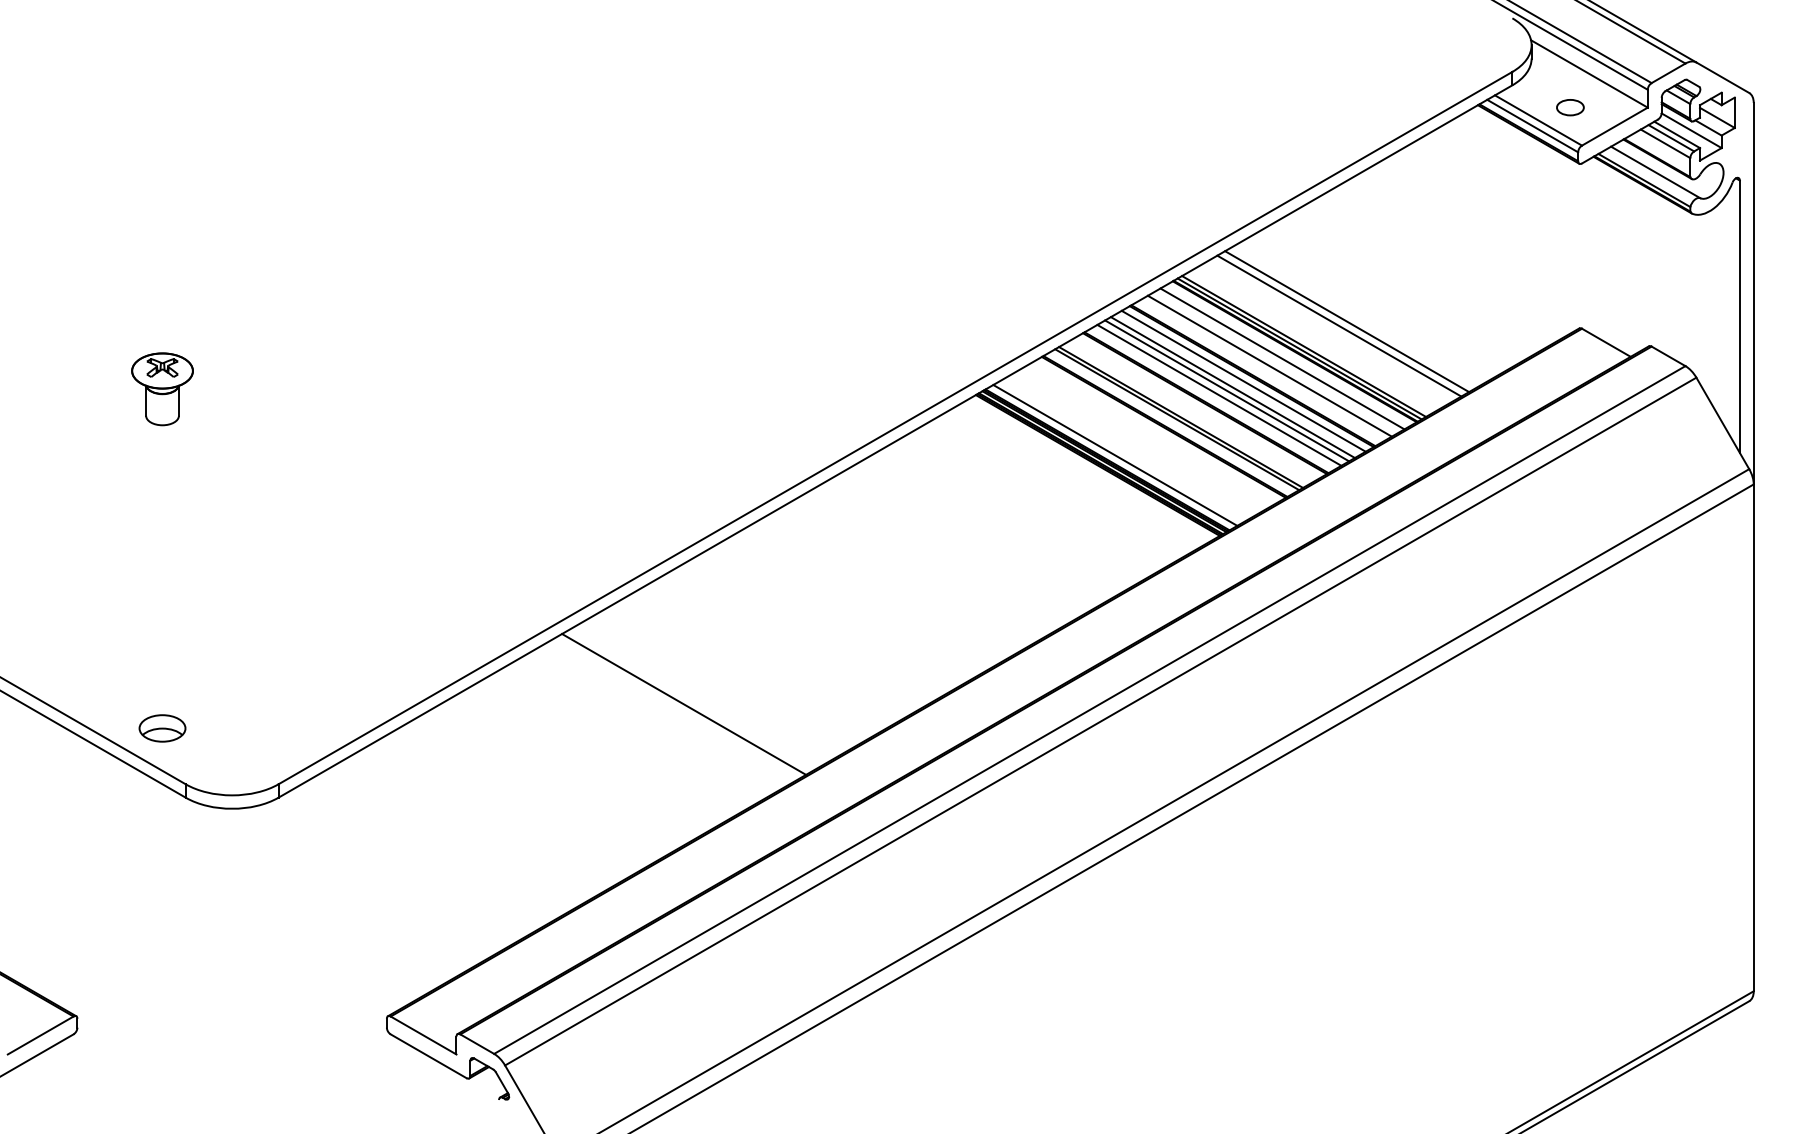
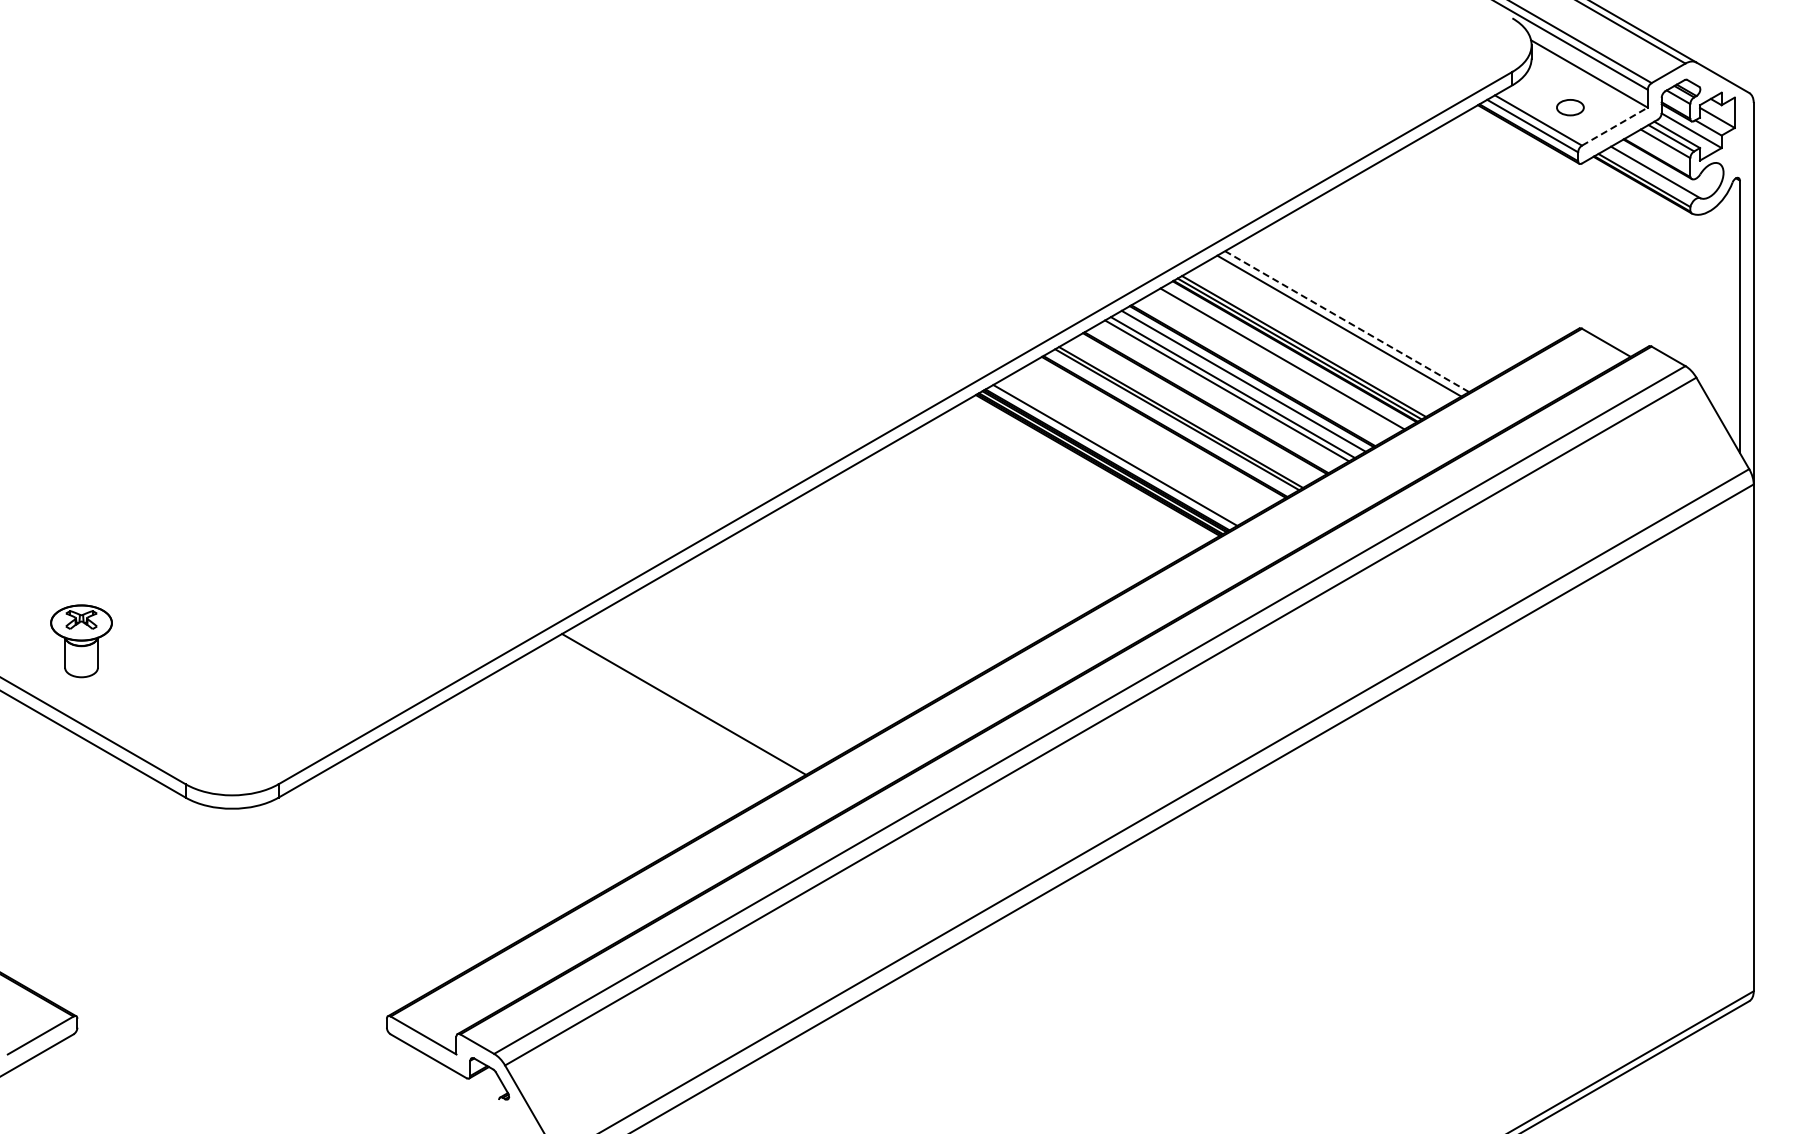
line at (1614, 126): solid -> dashed
line at (1347, 321): solid -> dashed
line at (1269, 365): present -> none
part at (162, 389) position: (162, 389) -> (81, 641)
line at (1219, 394): present -> none
part at (162, 728): present -> none
